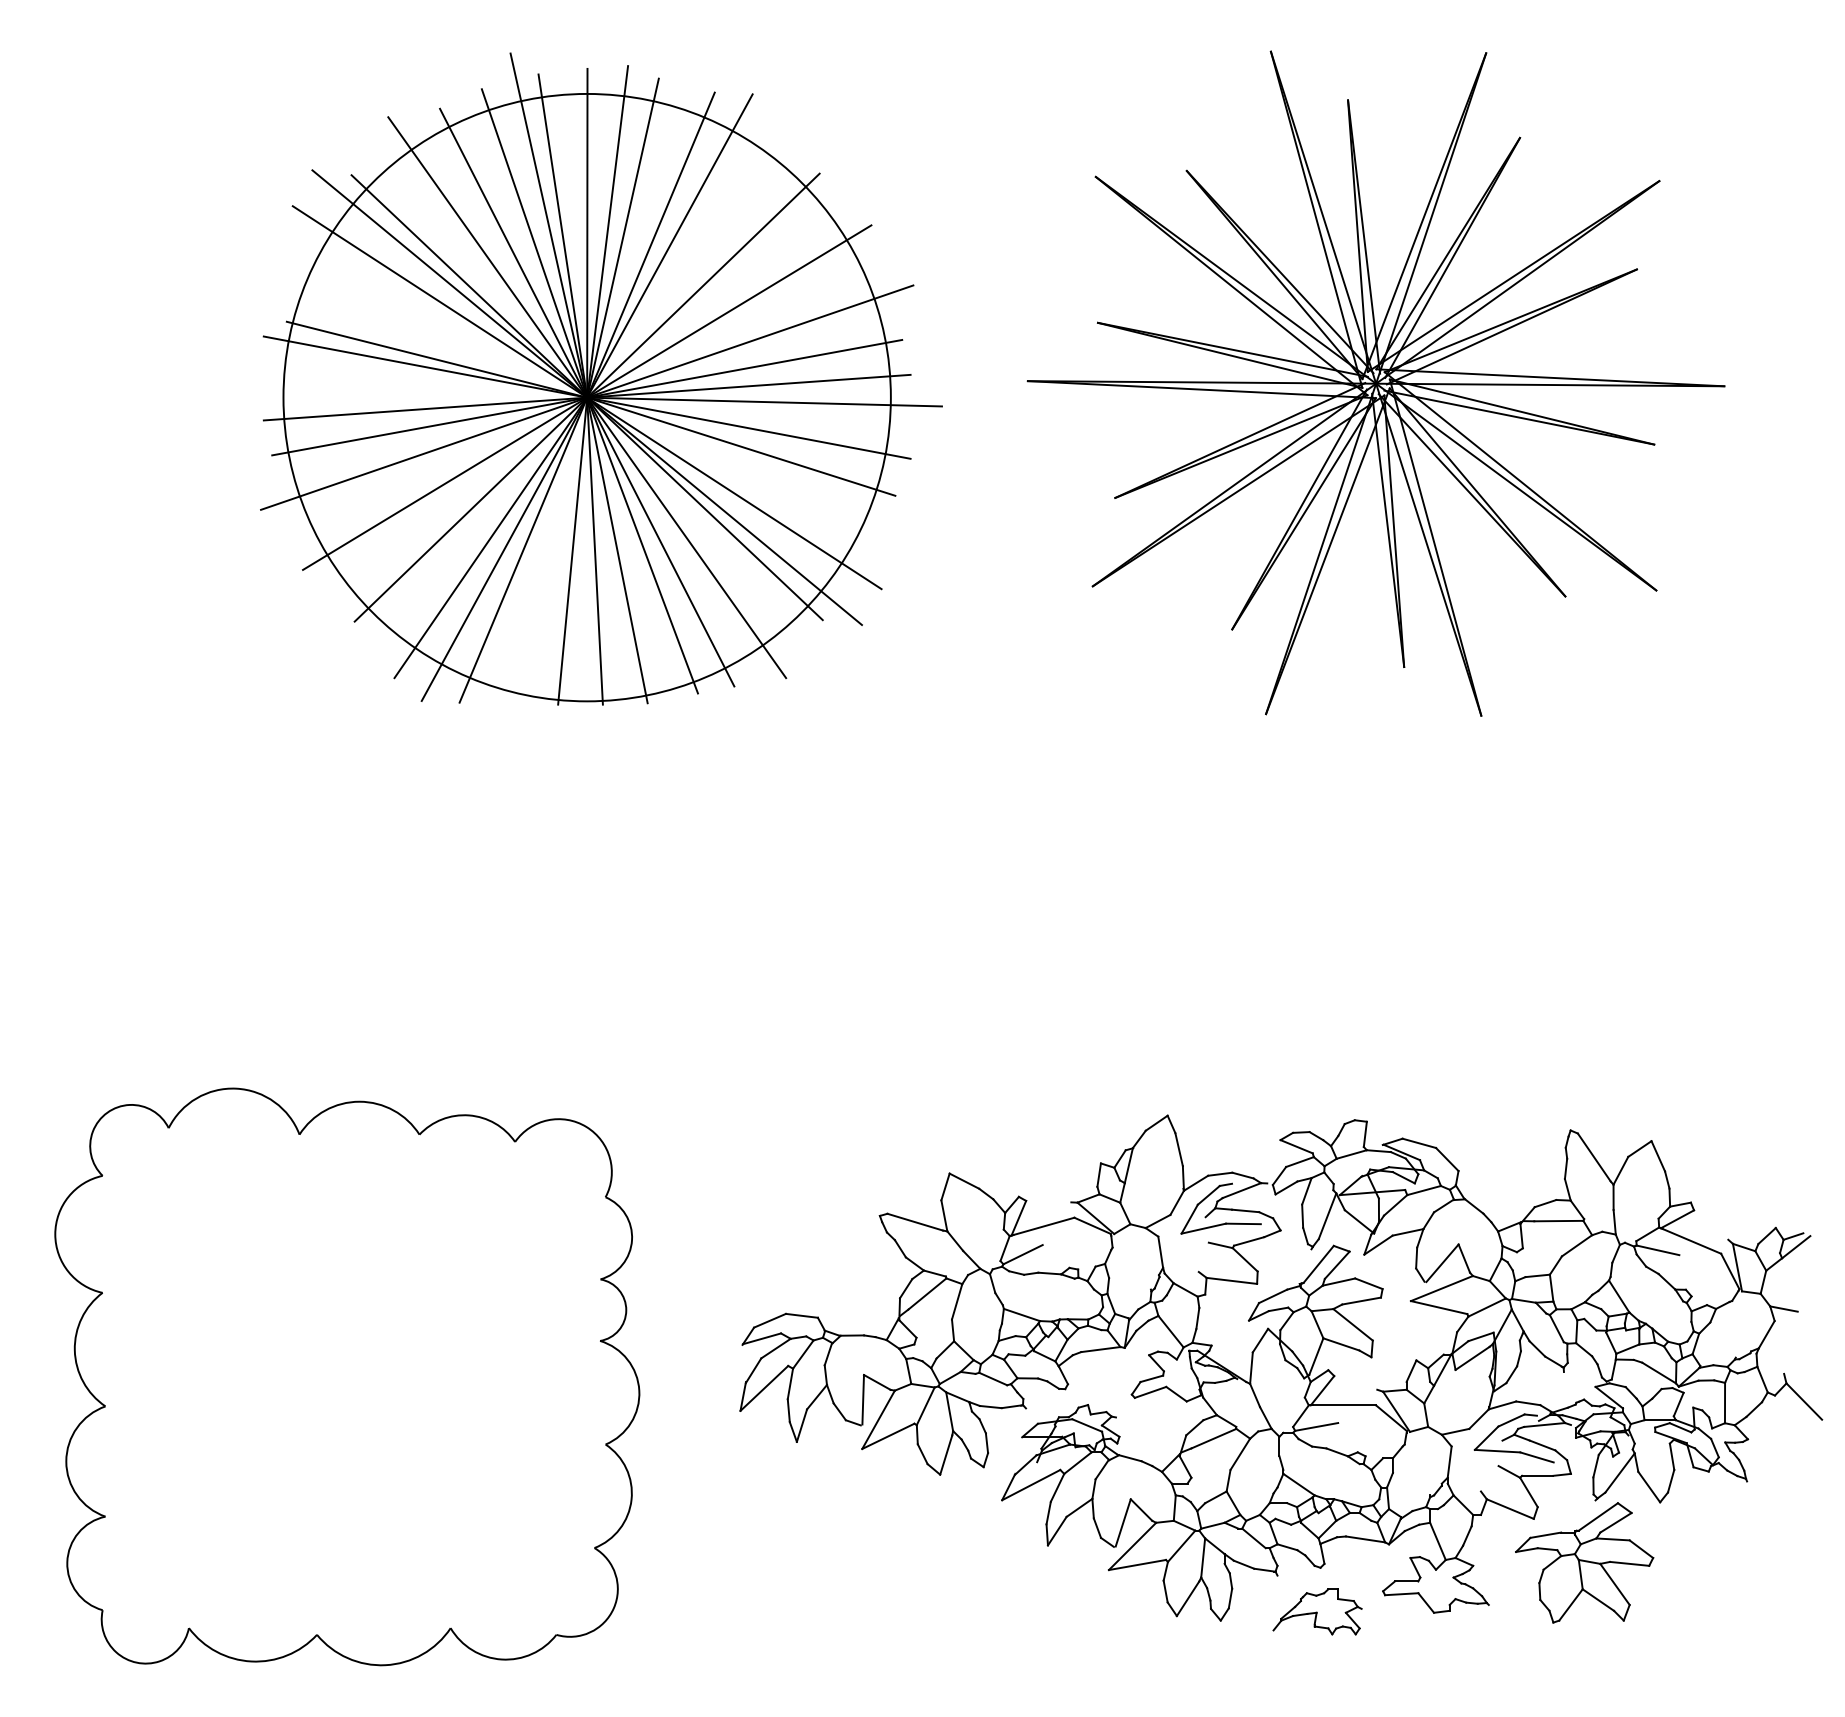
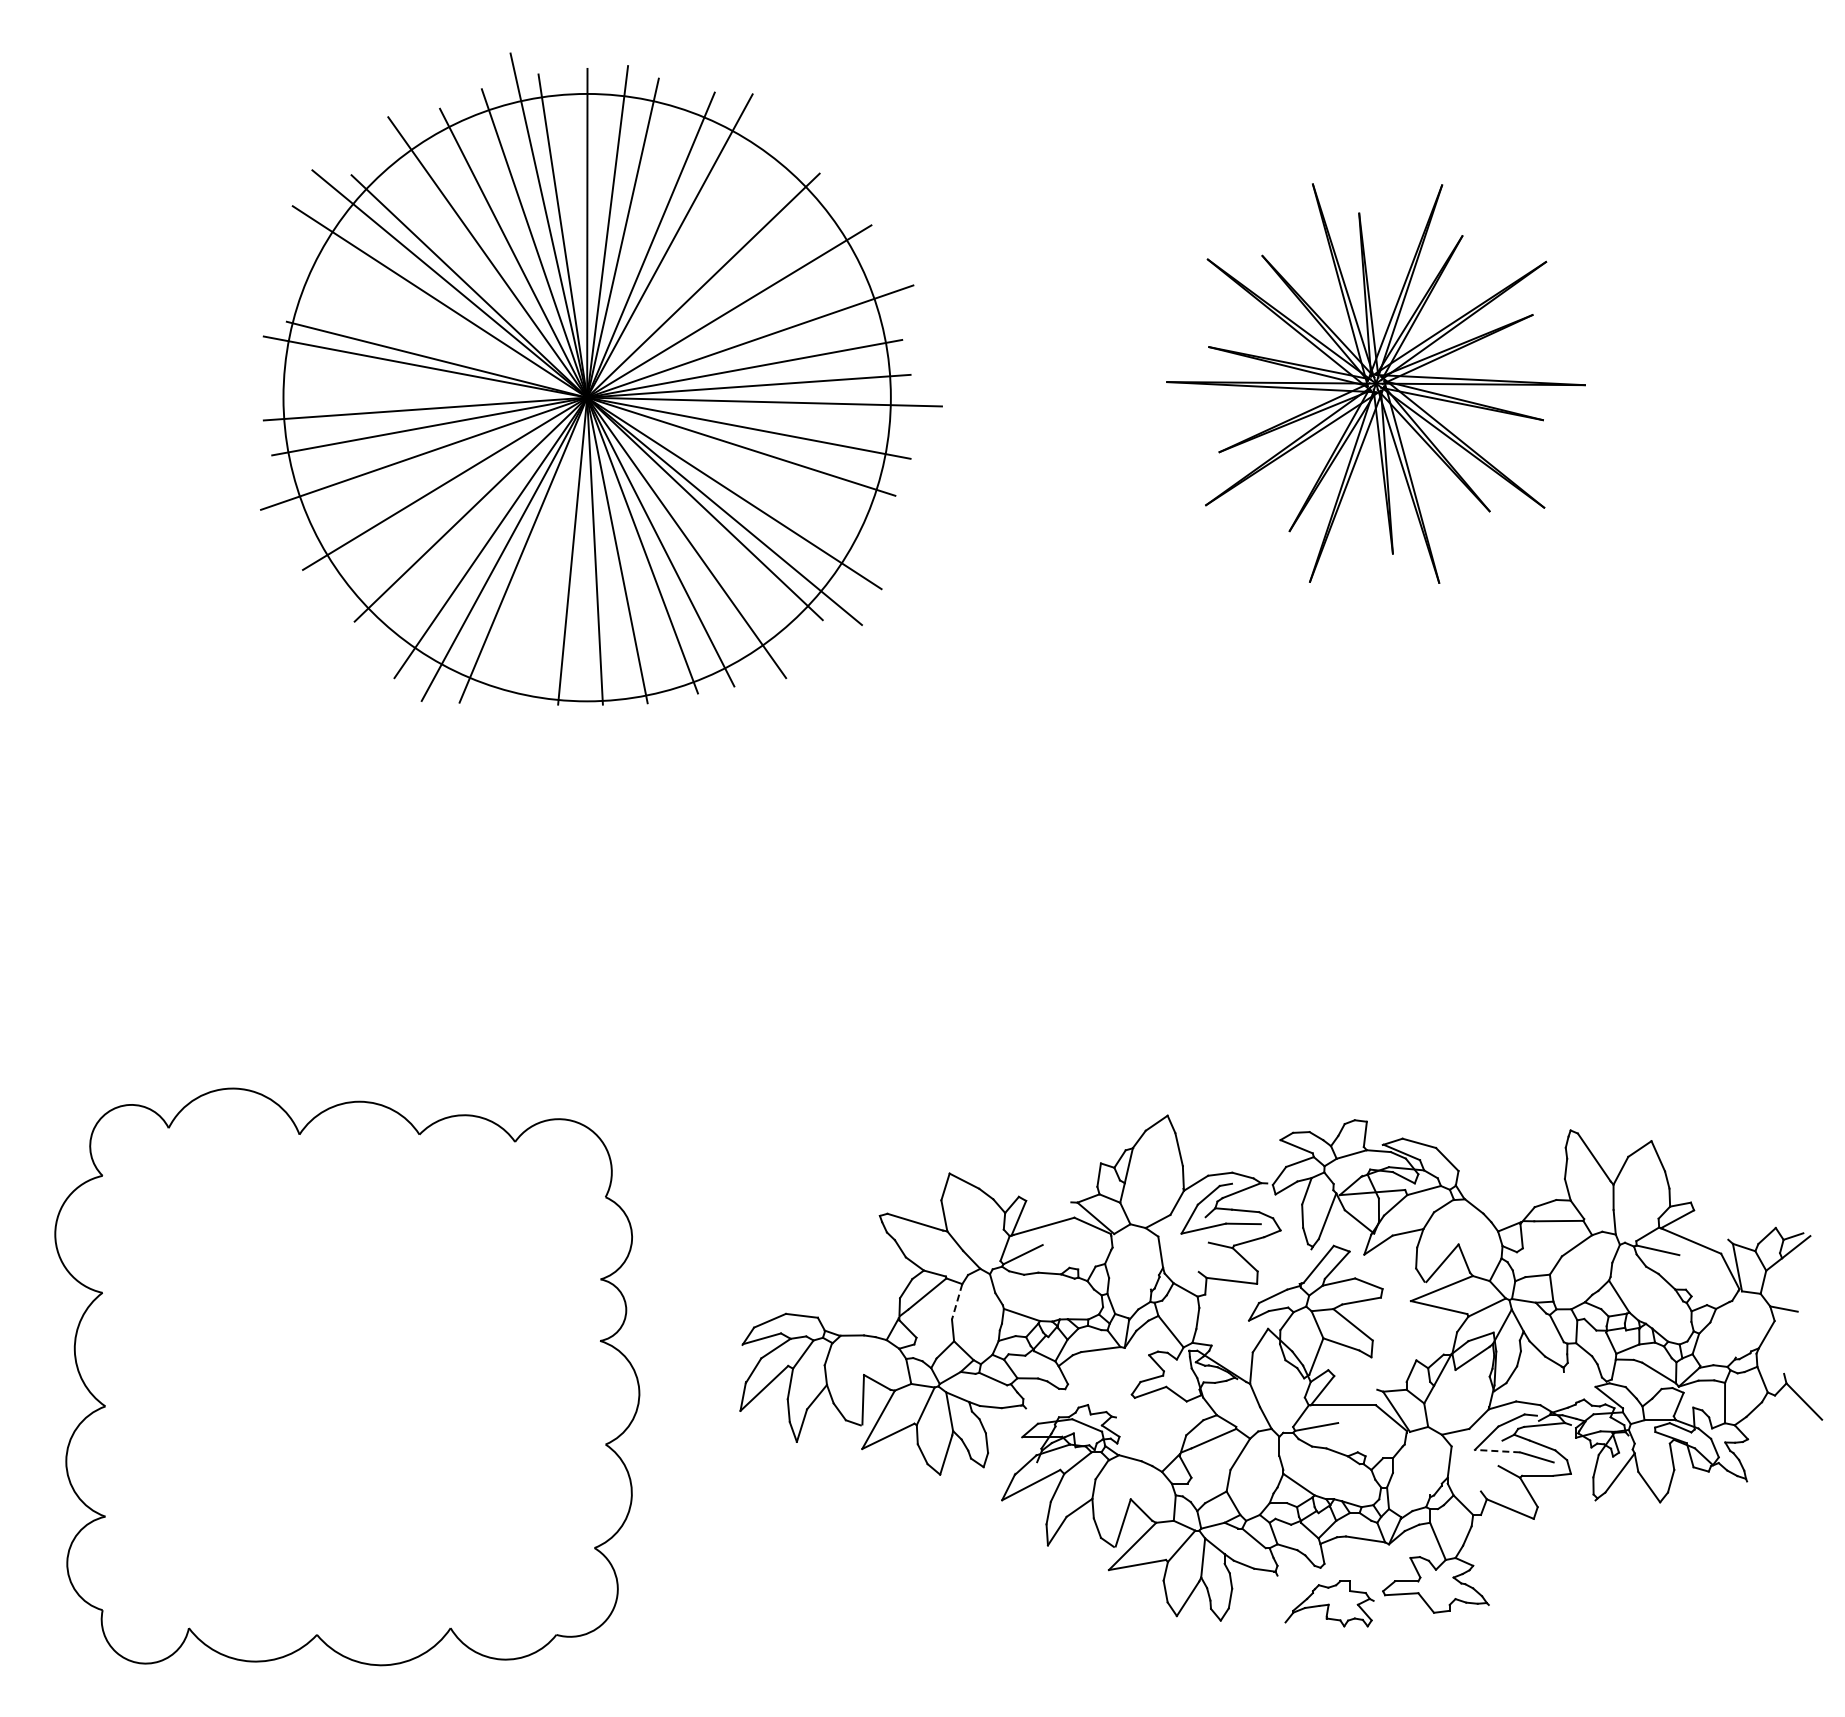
part at (1375, 383) size: 700x667 px -> 420x401 px
line at (957, 1302): solid -> dashed
line at (1497, 1451): solid -> dashed
part at (1584, 1562): present -> none
part at (1317, 1611) position: (1317, 1611) -> (1329, 1603)
